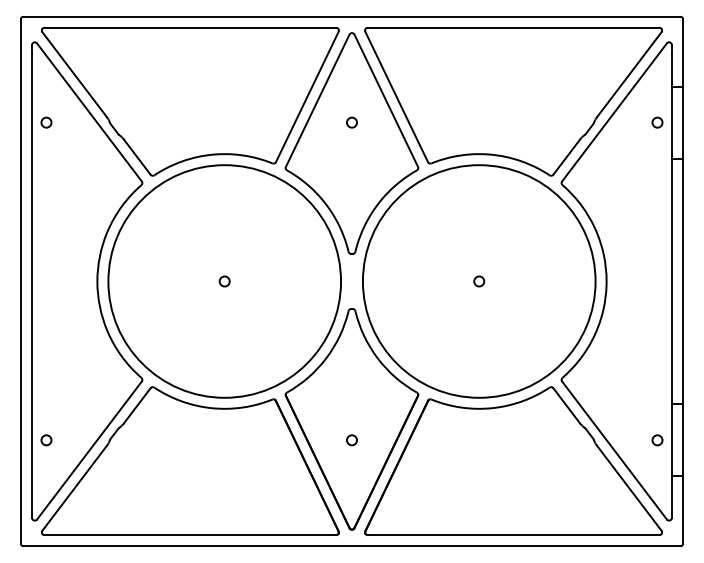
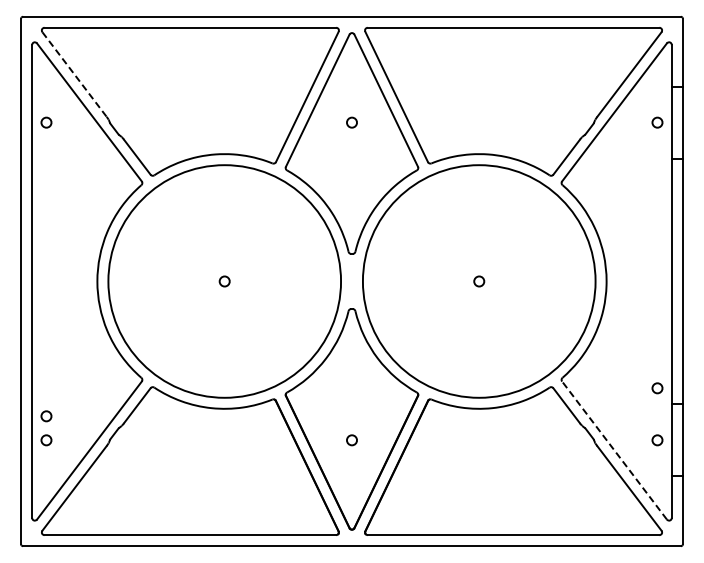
line at (74, 74): solid -> dashed
circle at (657, 388): none -> present
circle at (46, 416): none -> present
line at (614, 450): solid -> dashed
